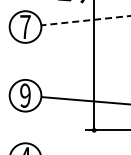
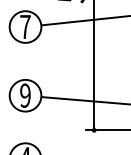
line at (85, 20): dashed -> solid
